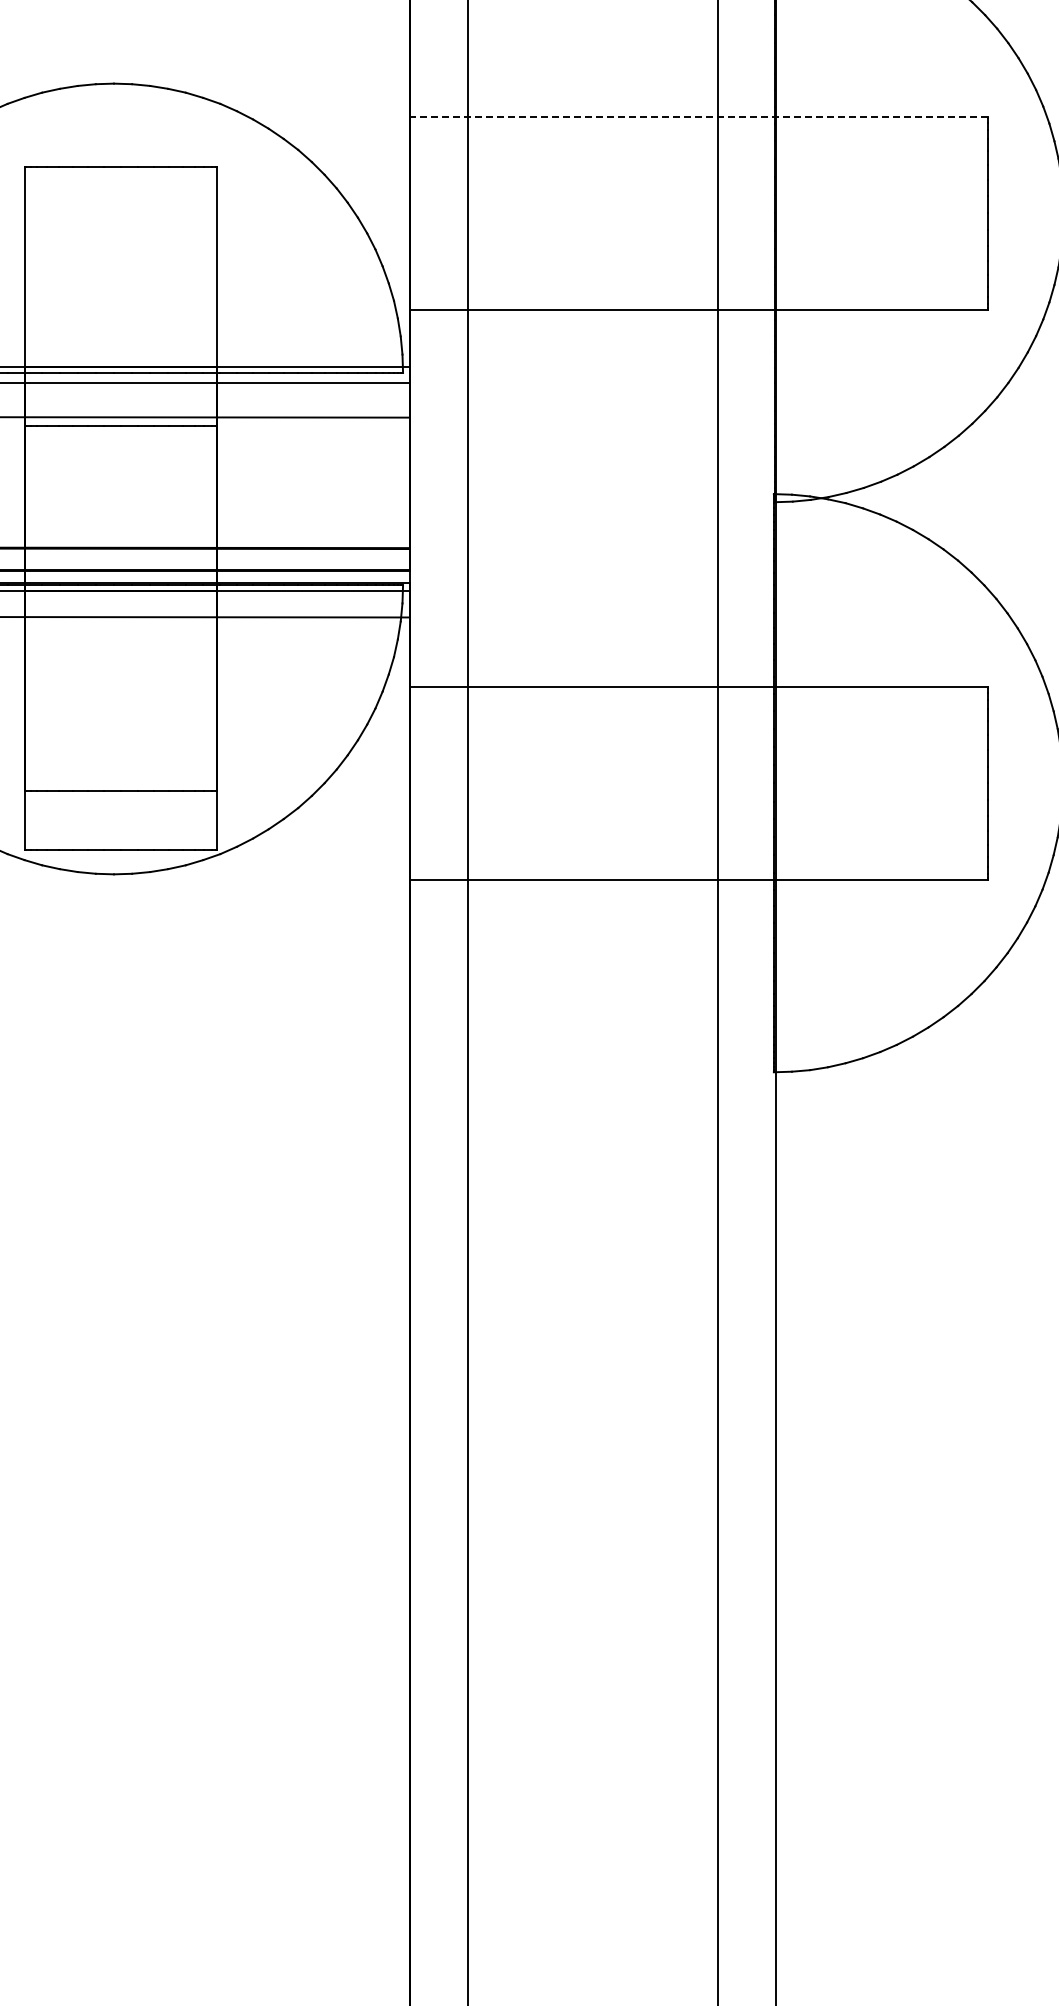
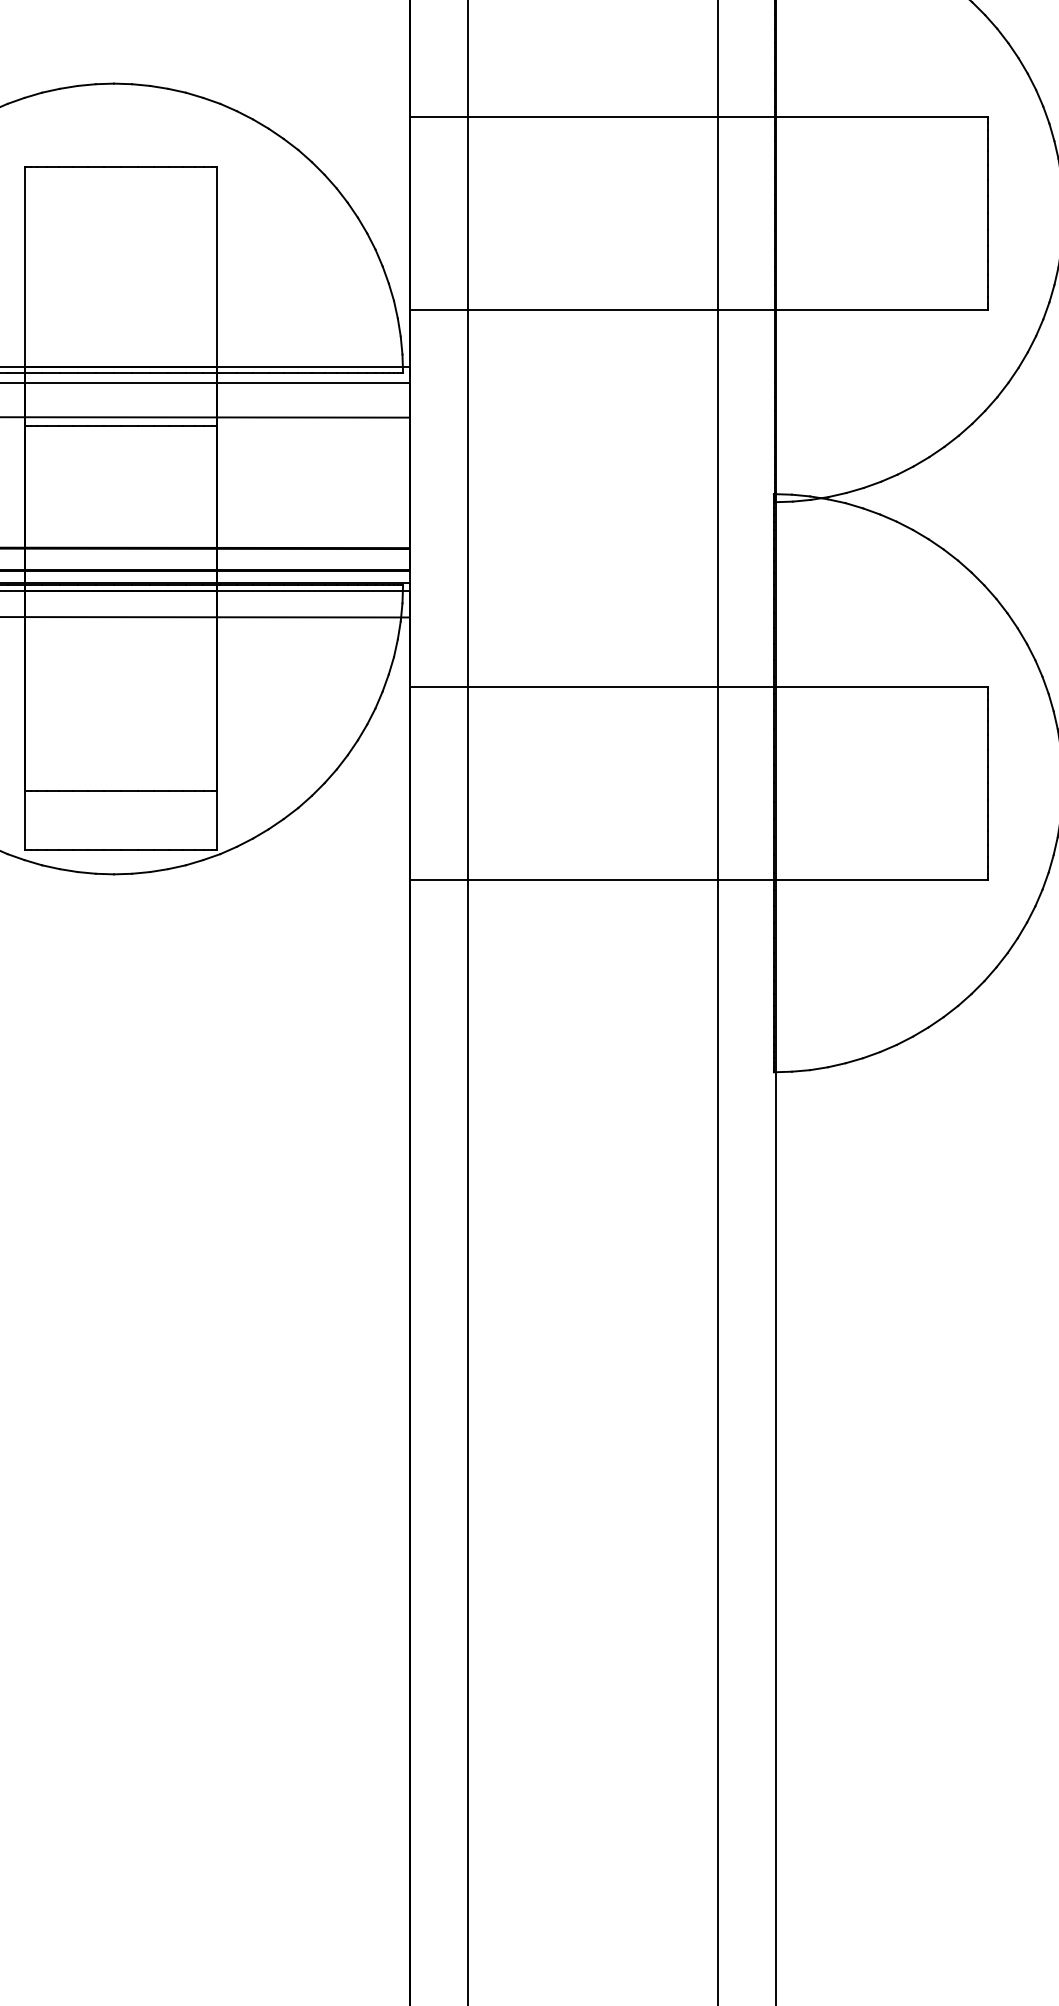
line at (698, 116): dashed -> solid
